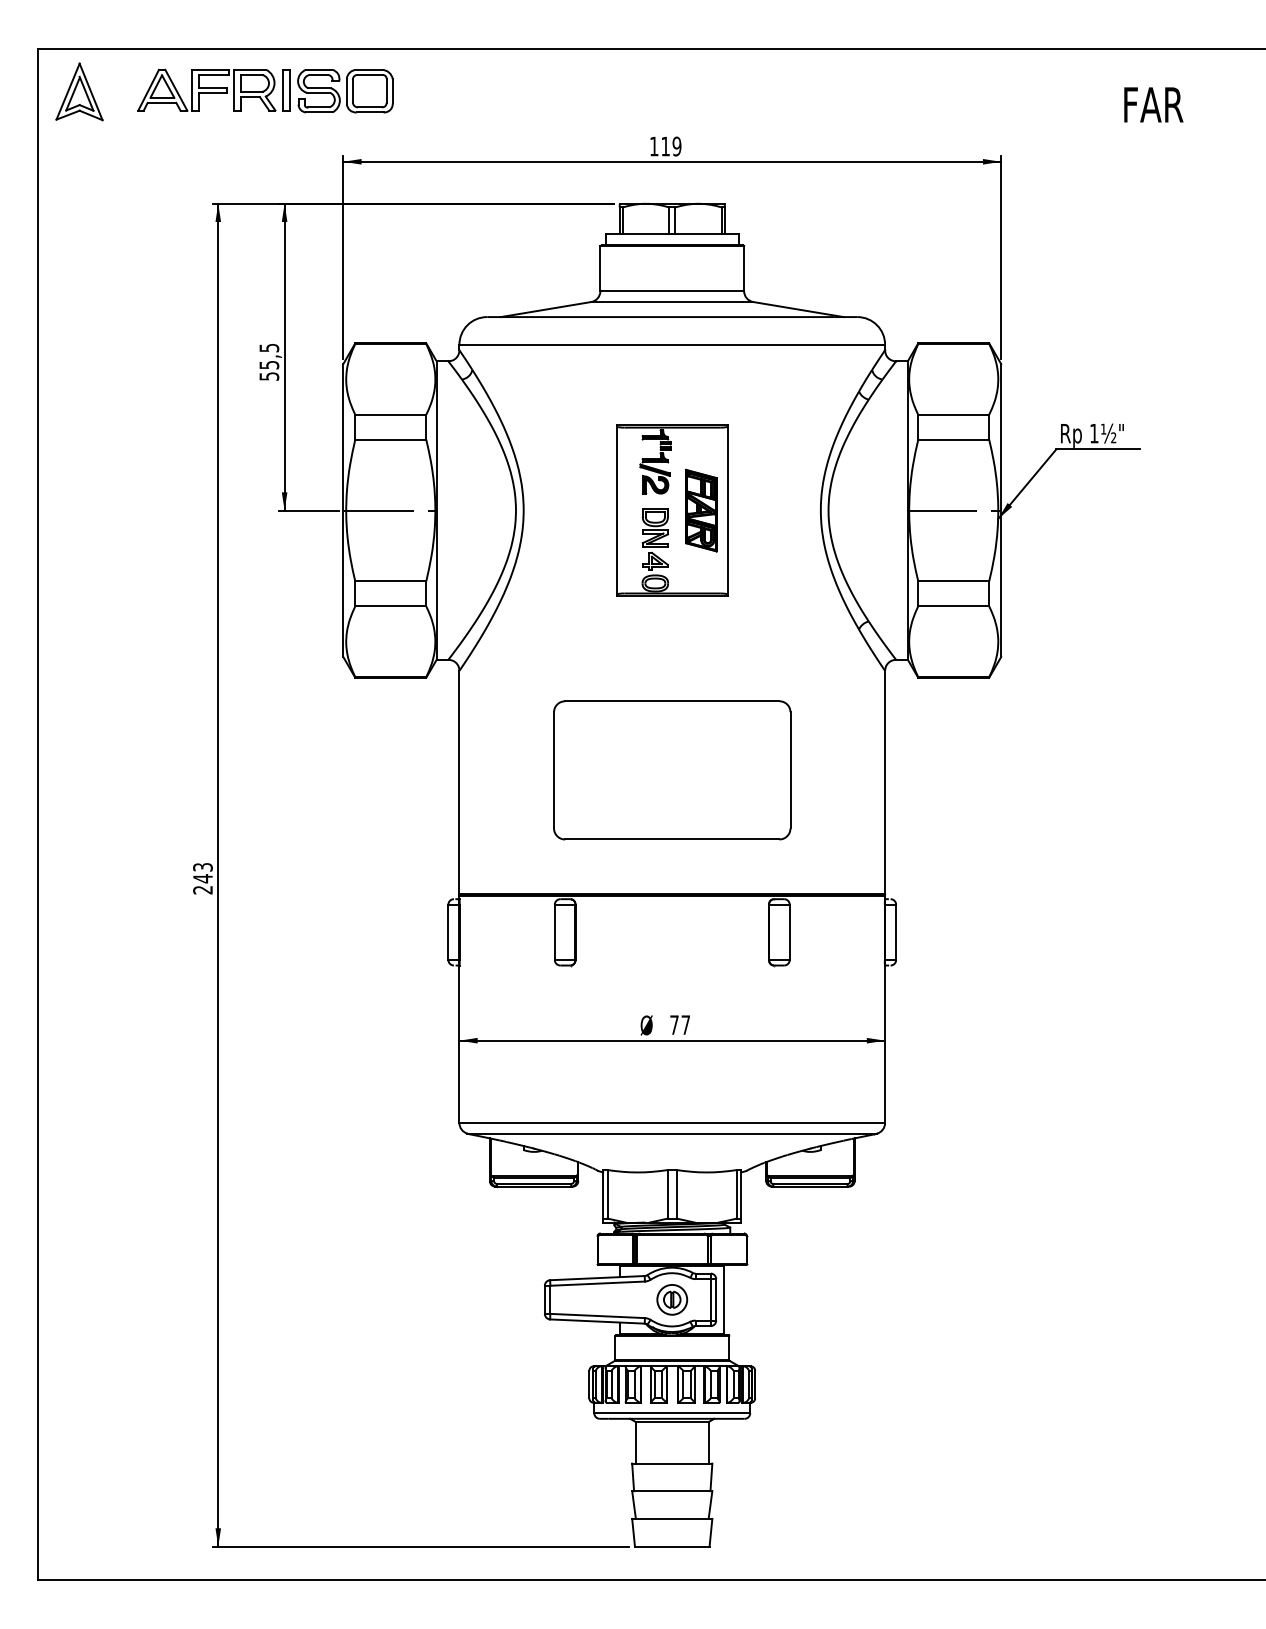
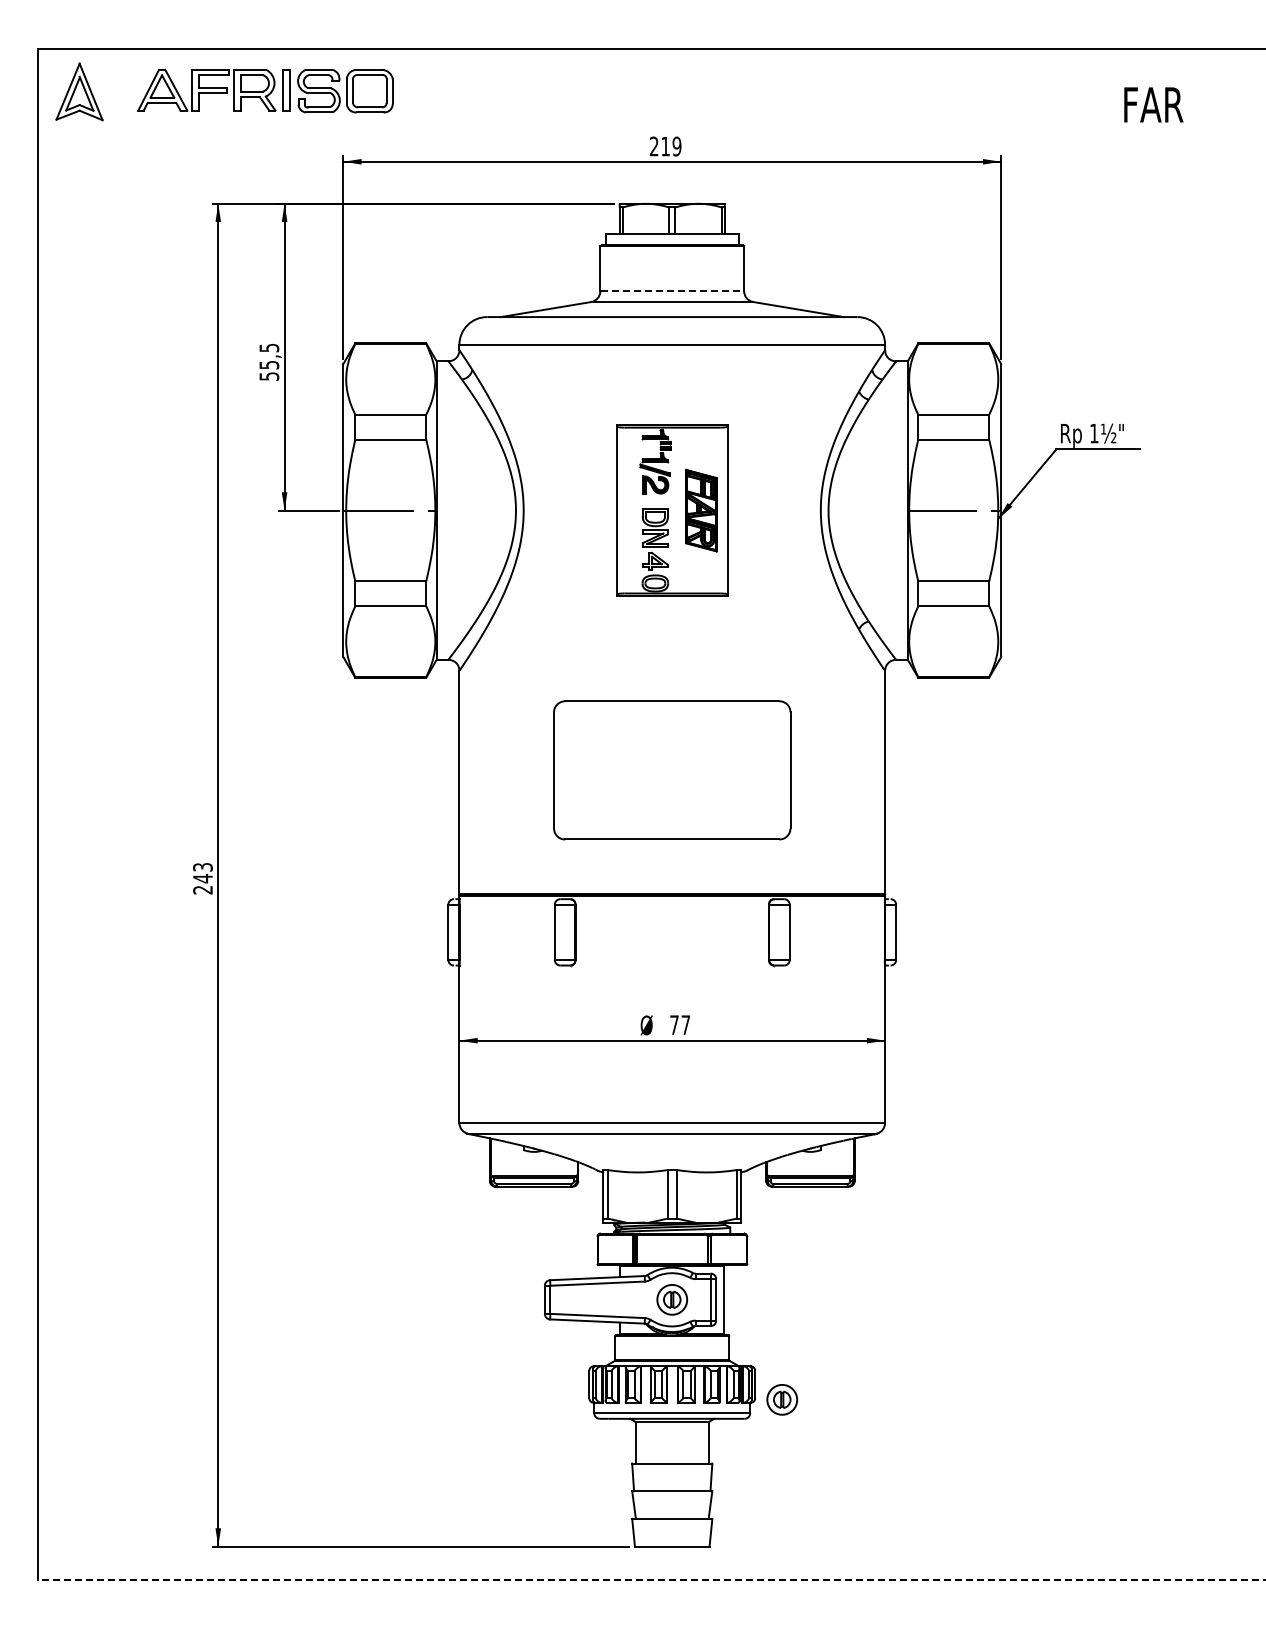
text at (654, 146): 119 -> 219
line at (672, 291): solid -> dashed
part at (782, 1399): none -> present
line at (651, 1580): solid -> dashed
